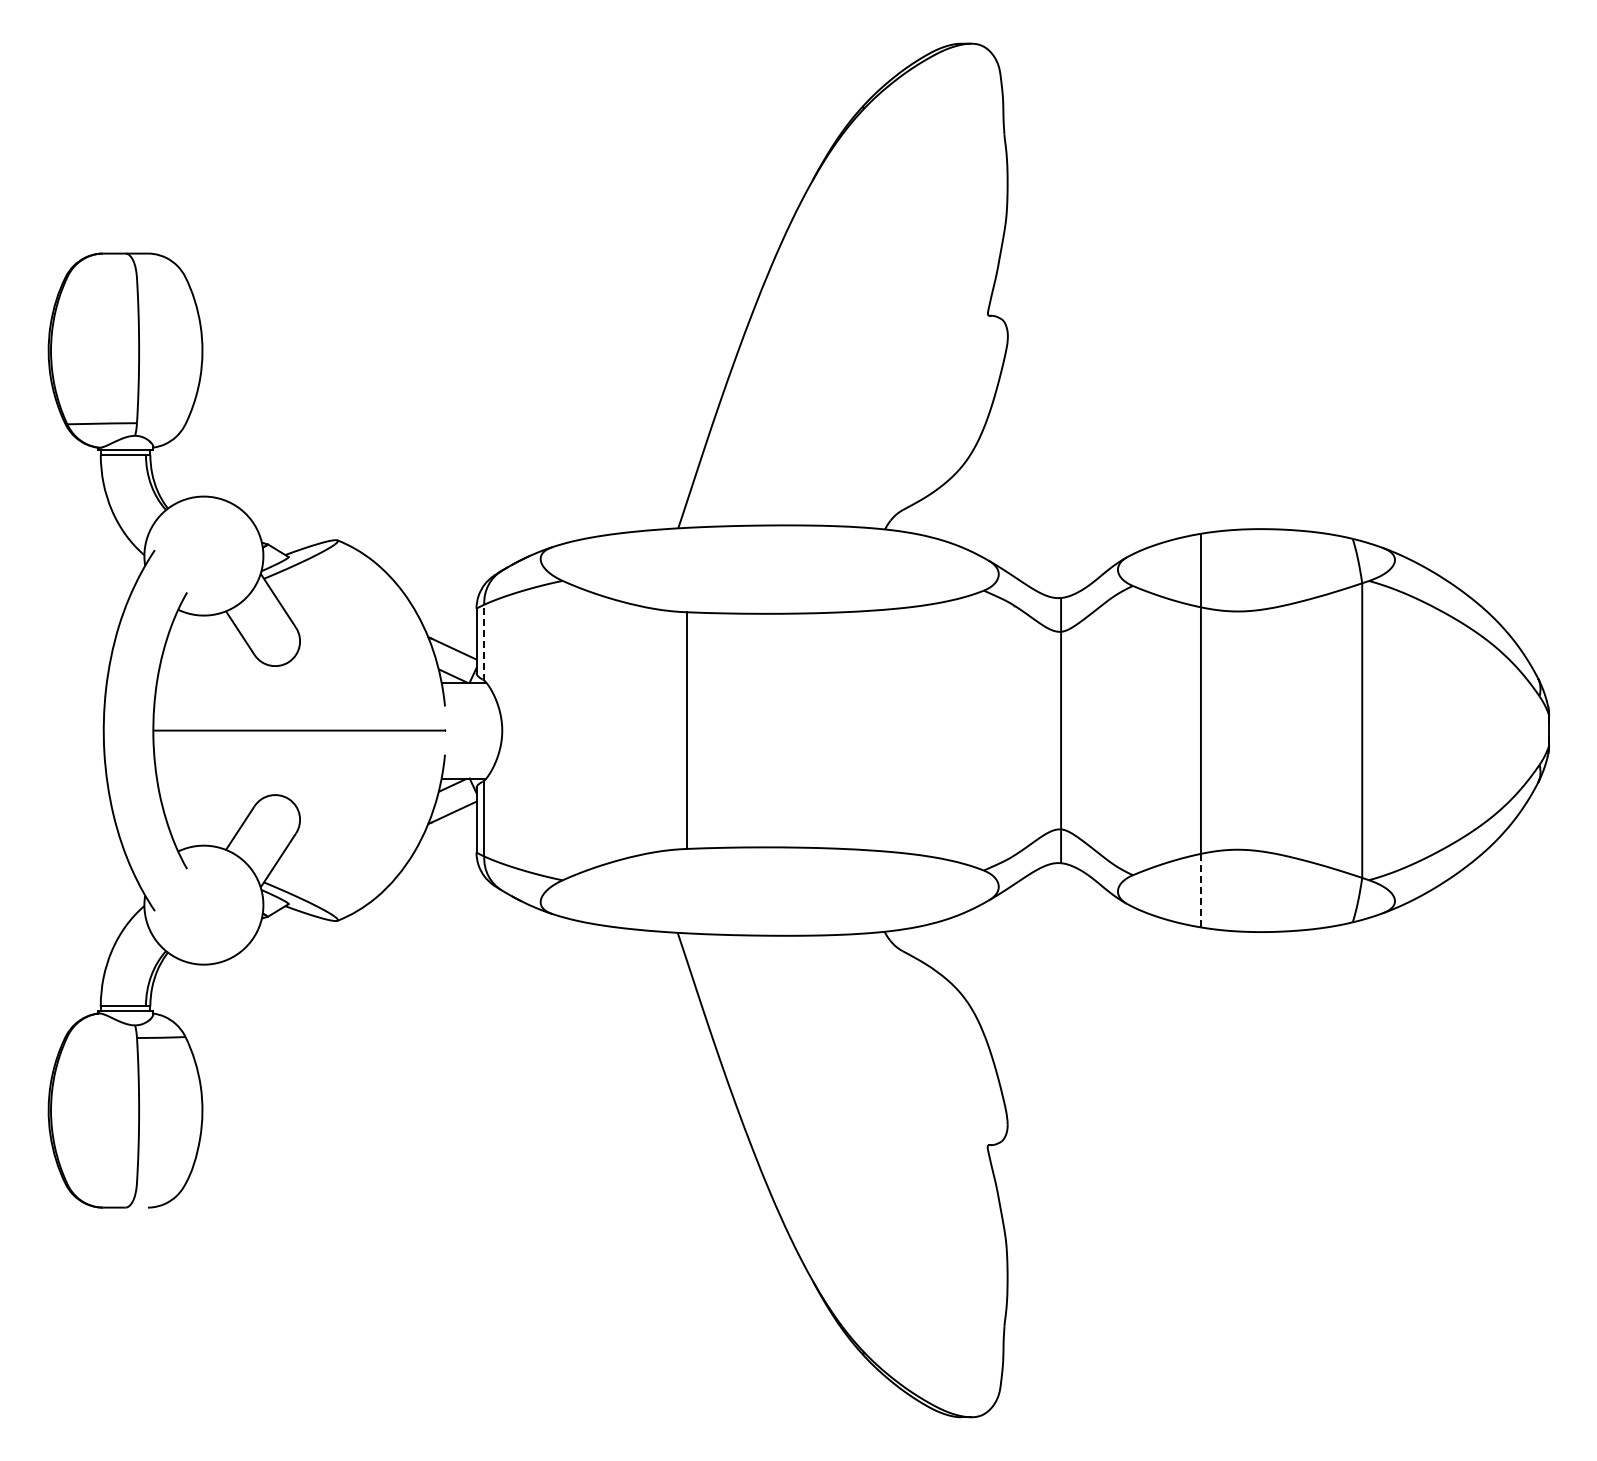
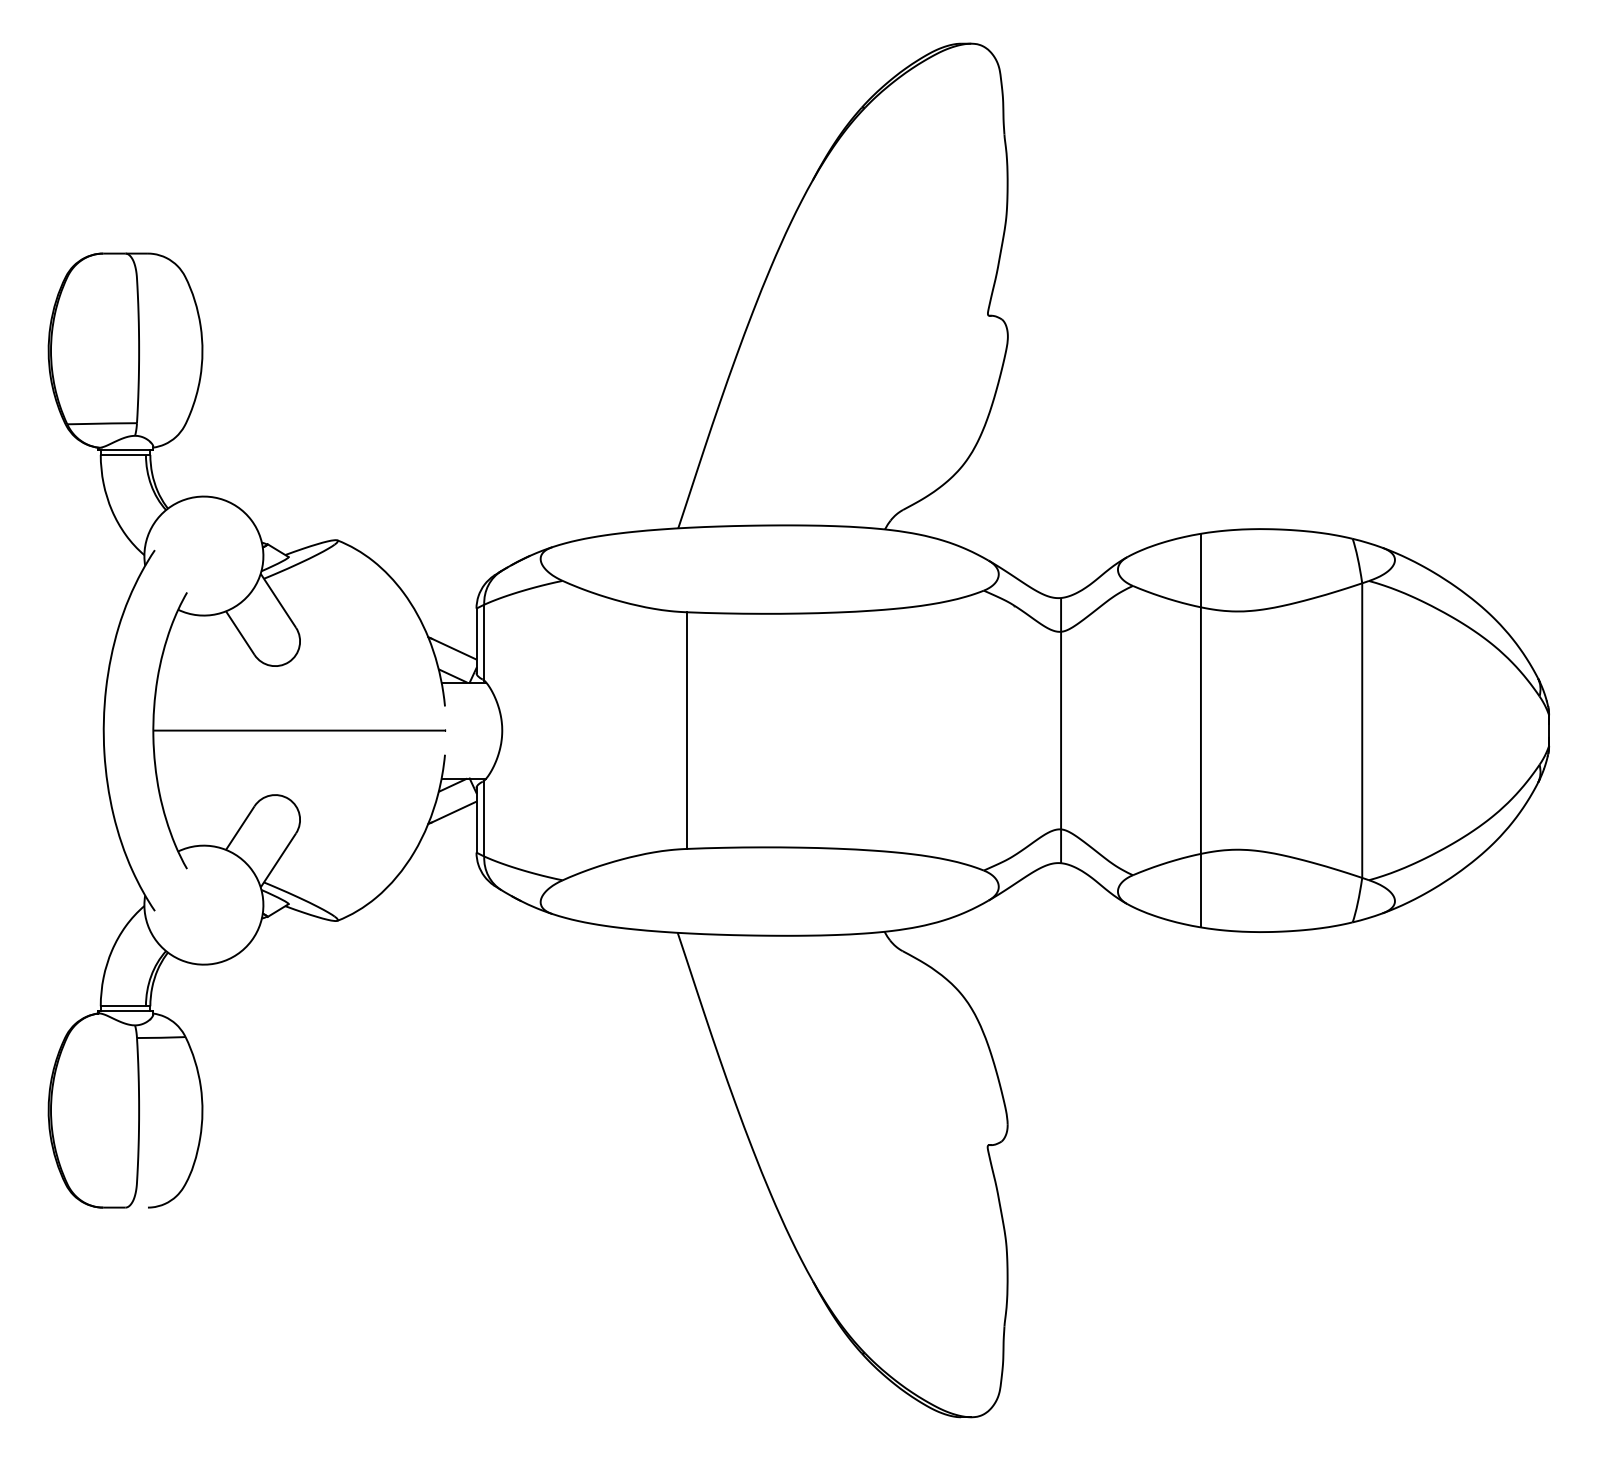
line at (484, 642): dashed -> solid
line at (1200, 890): dashed -> solid
